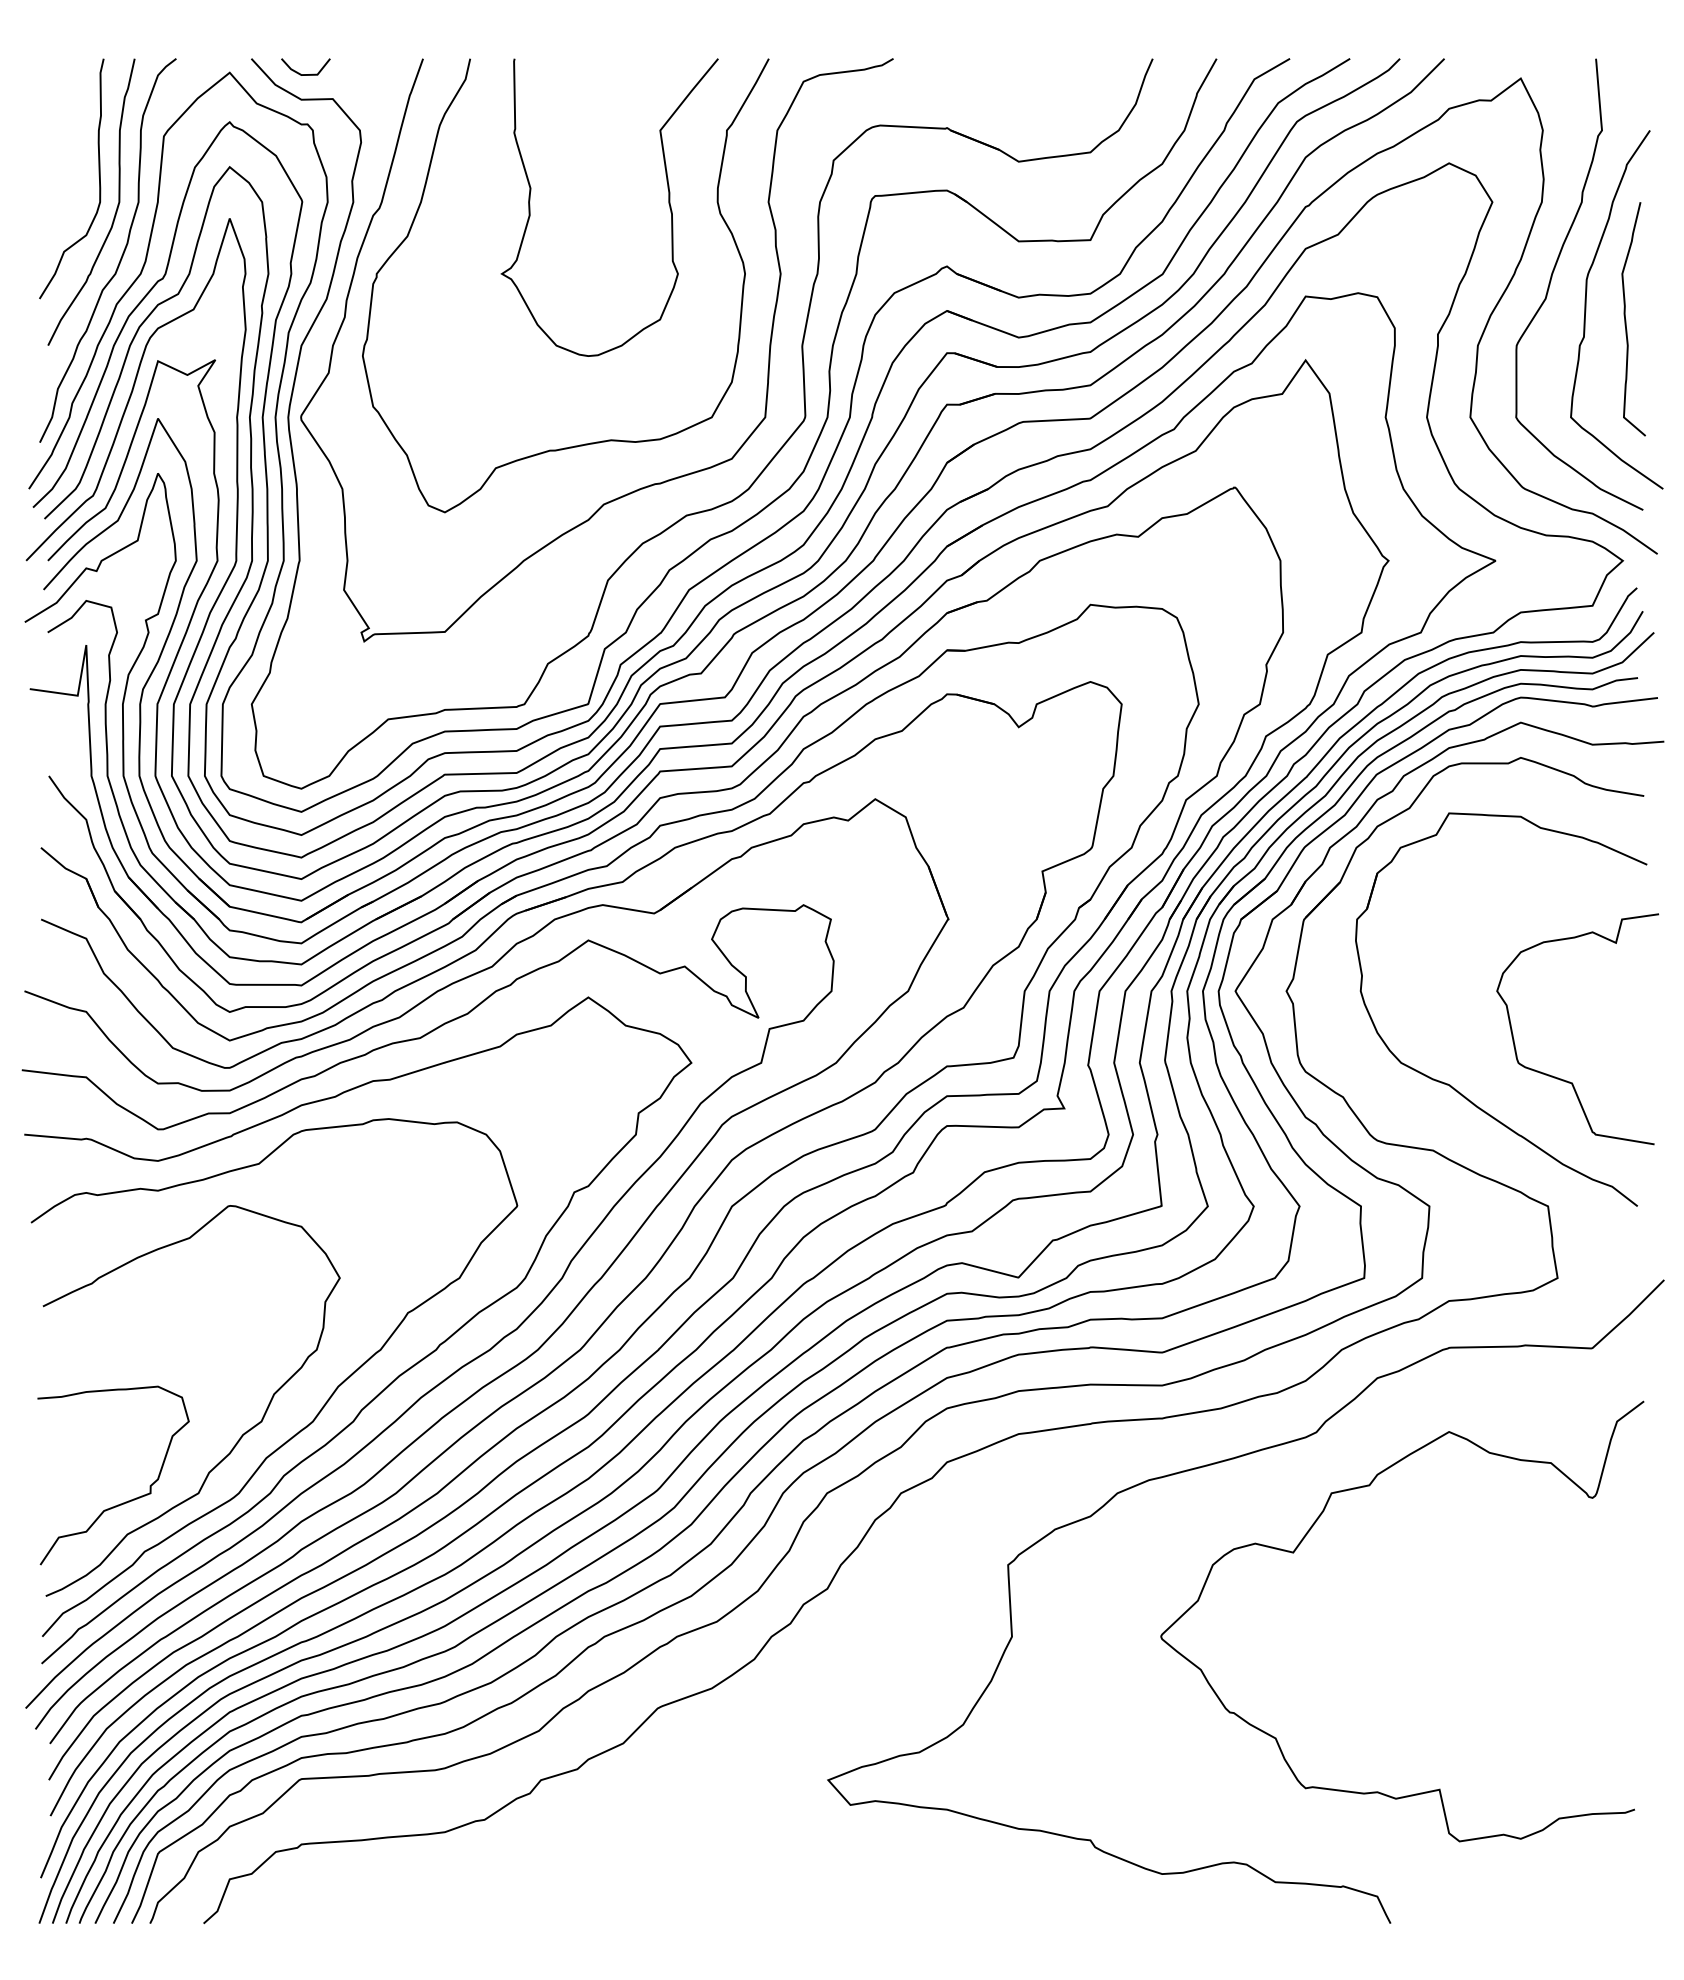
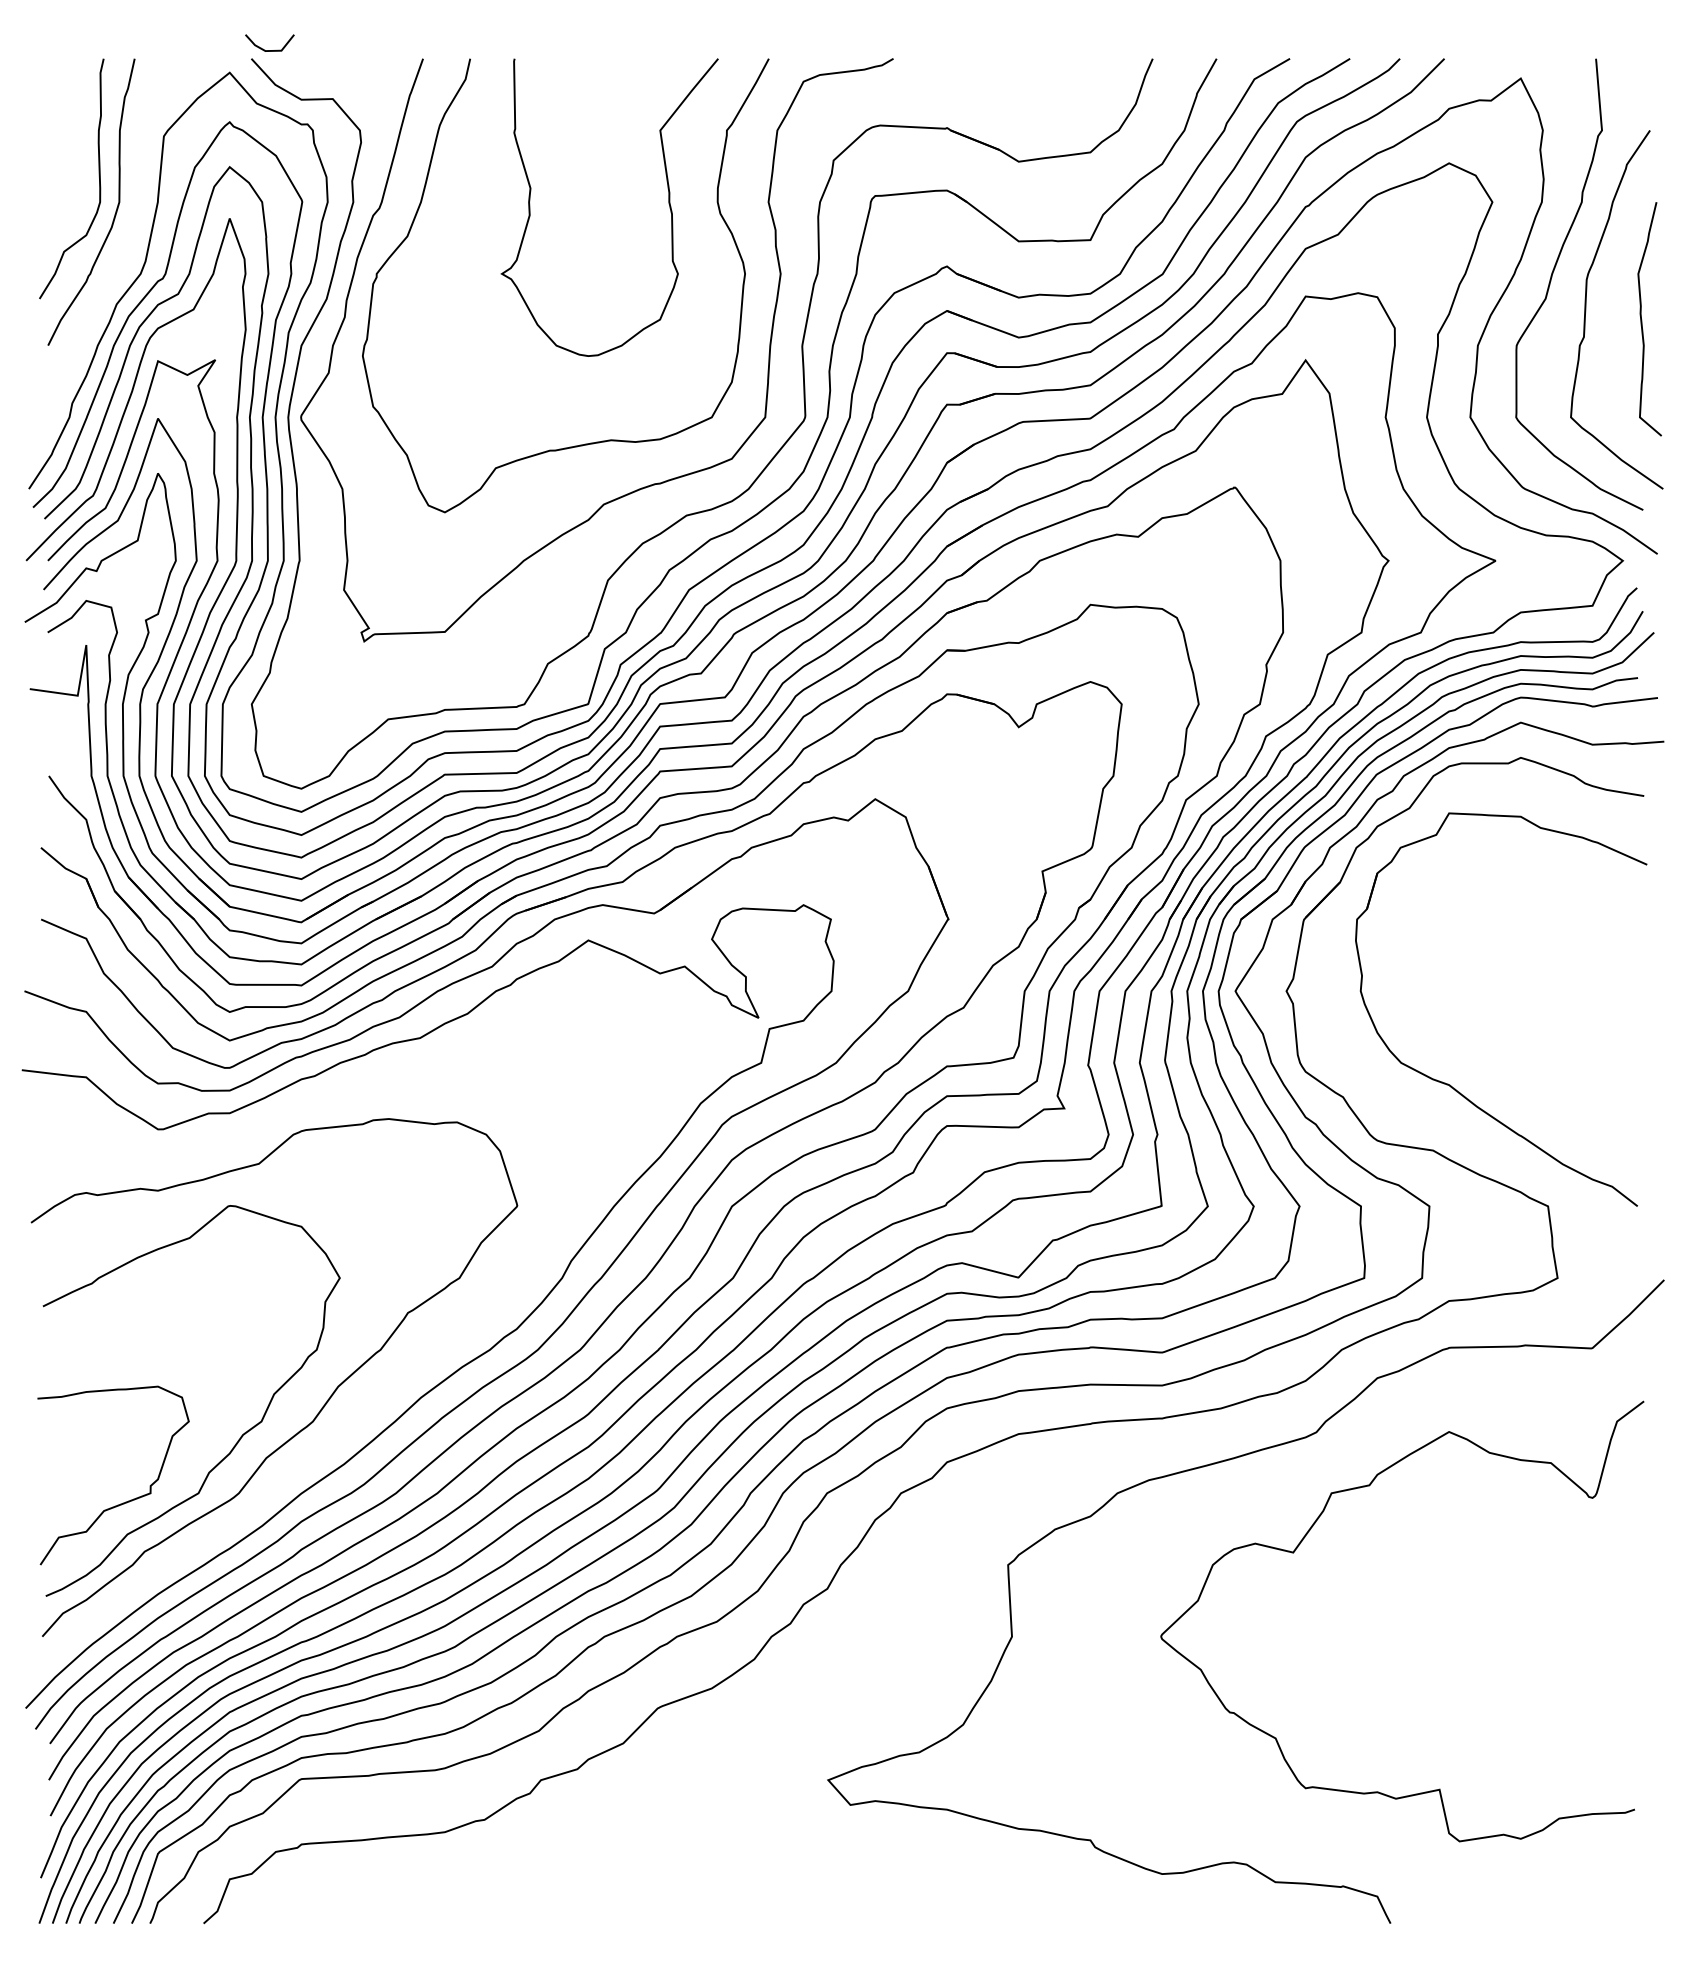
line at (305, 74) position: (305, 74) -> (269, 50)
curve at (120, 257): present -> none
curve at (1626, 319) position: (1626, 319) -> (1642, 319)
curve at (1561, 1078): present -> none
curve at (399, 1374): present -> none
